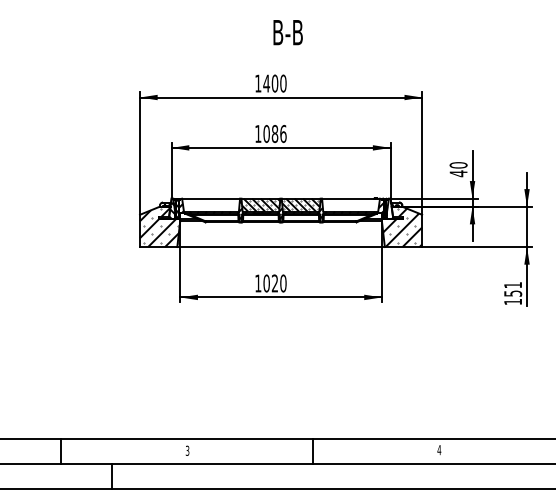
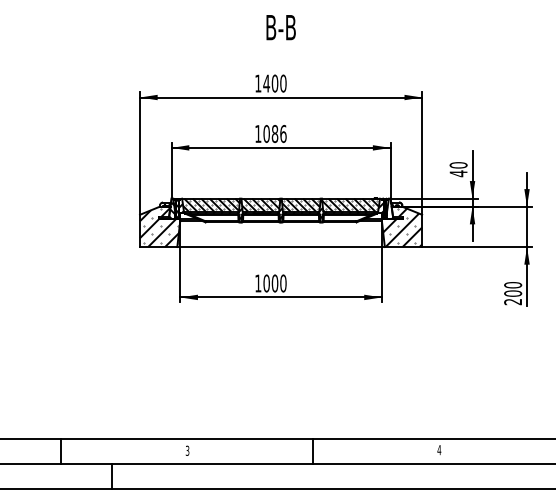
text at (287, 32) position: (287, 32) -> (280, 27)
hatch at (211, 204): none -> present
hatch at (350, 204): none -> present
text at (274, 283): 1020 -> 1000
text at (513, 293): 151 -> 200
